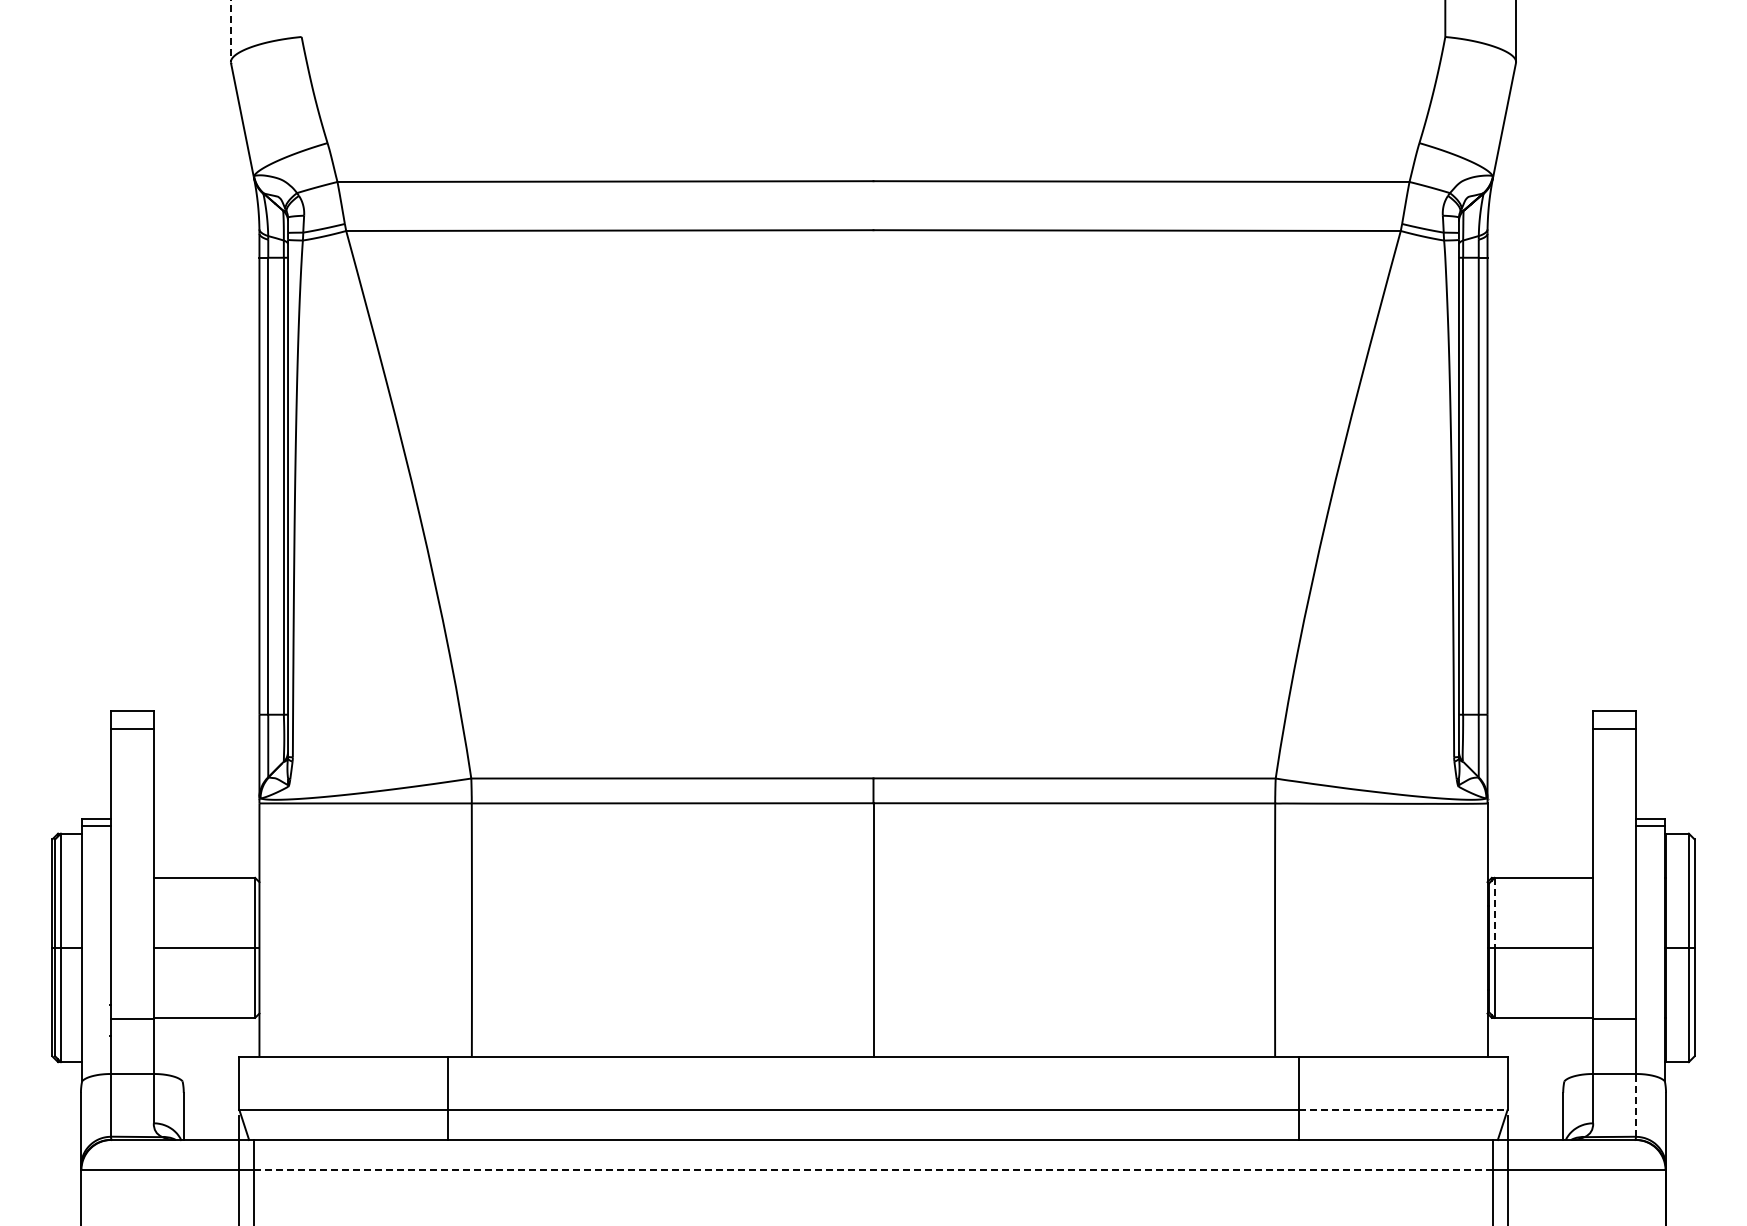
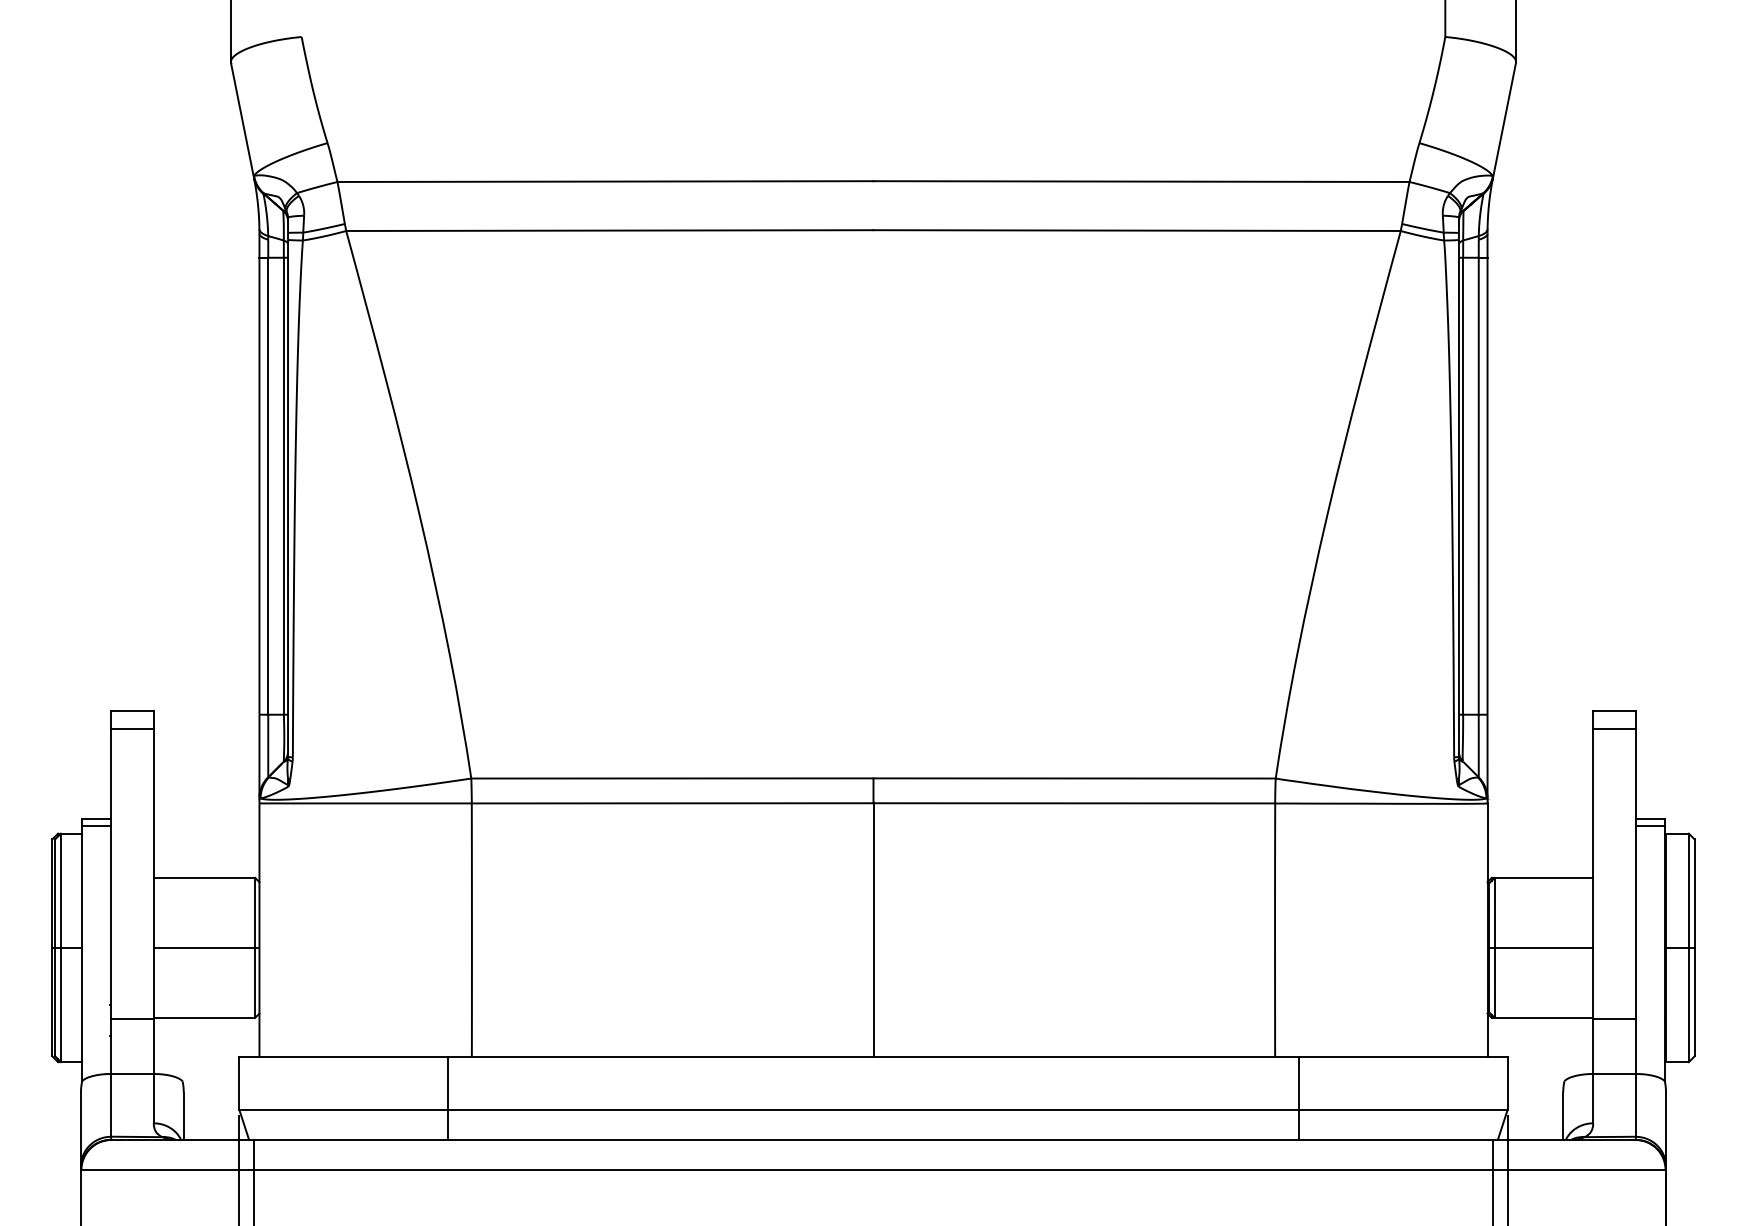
line at (230, 31): dashed -> solid
line at (1494, 912): dashed -> solid
line at (1636, 1104): dashed -> solid
line at (1403, 1110): dashed -> solid
line at (873, 1169): dashed -> solid
